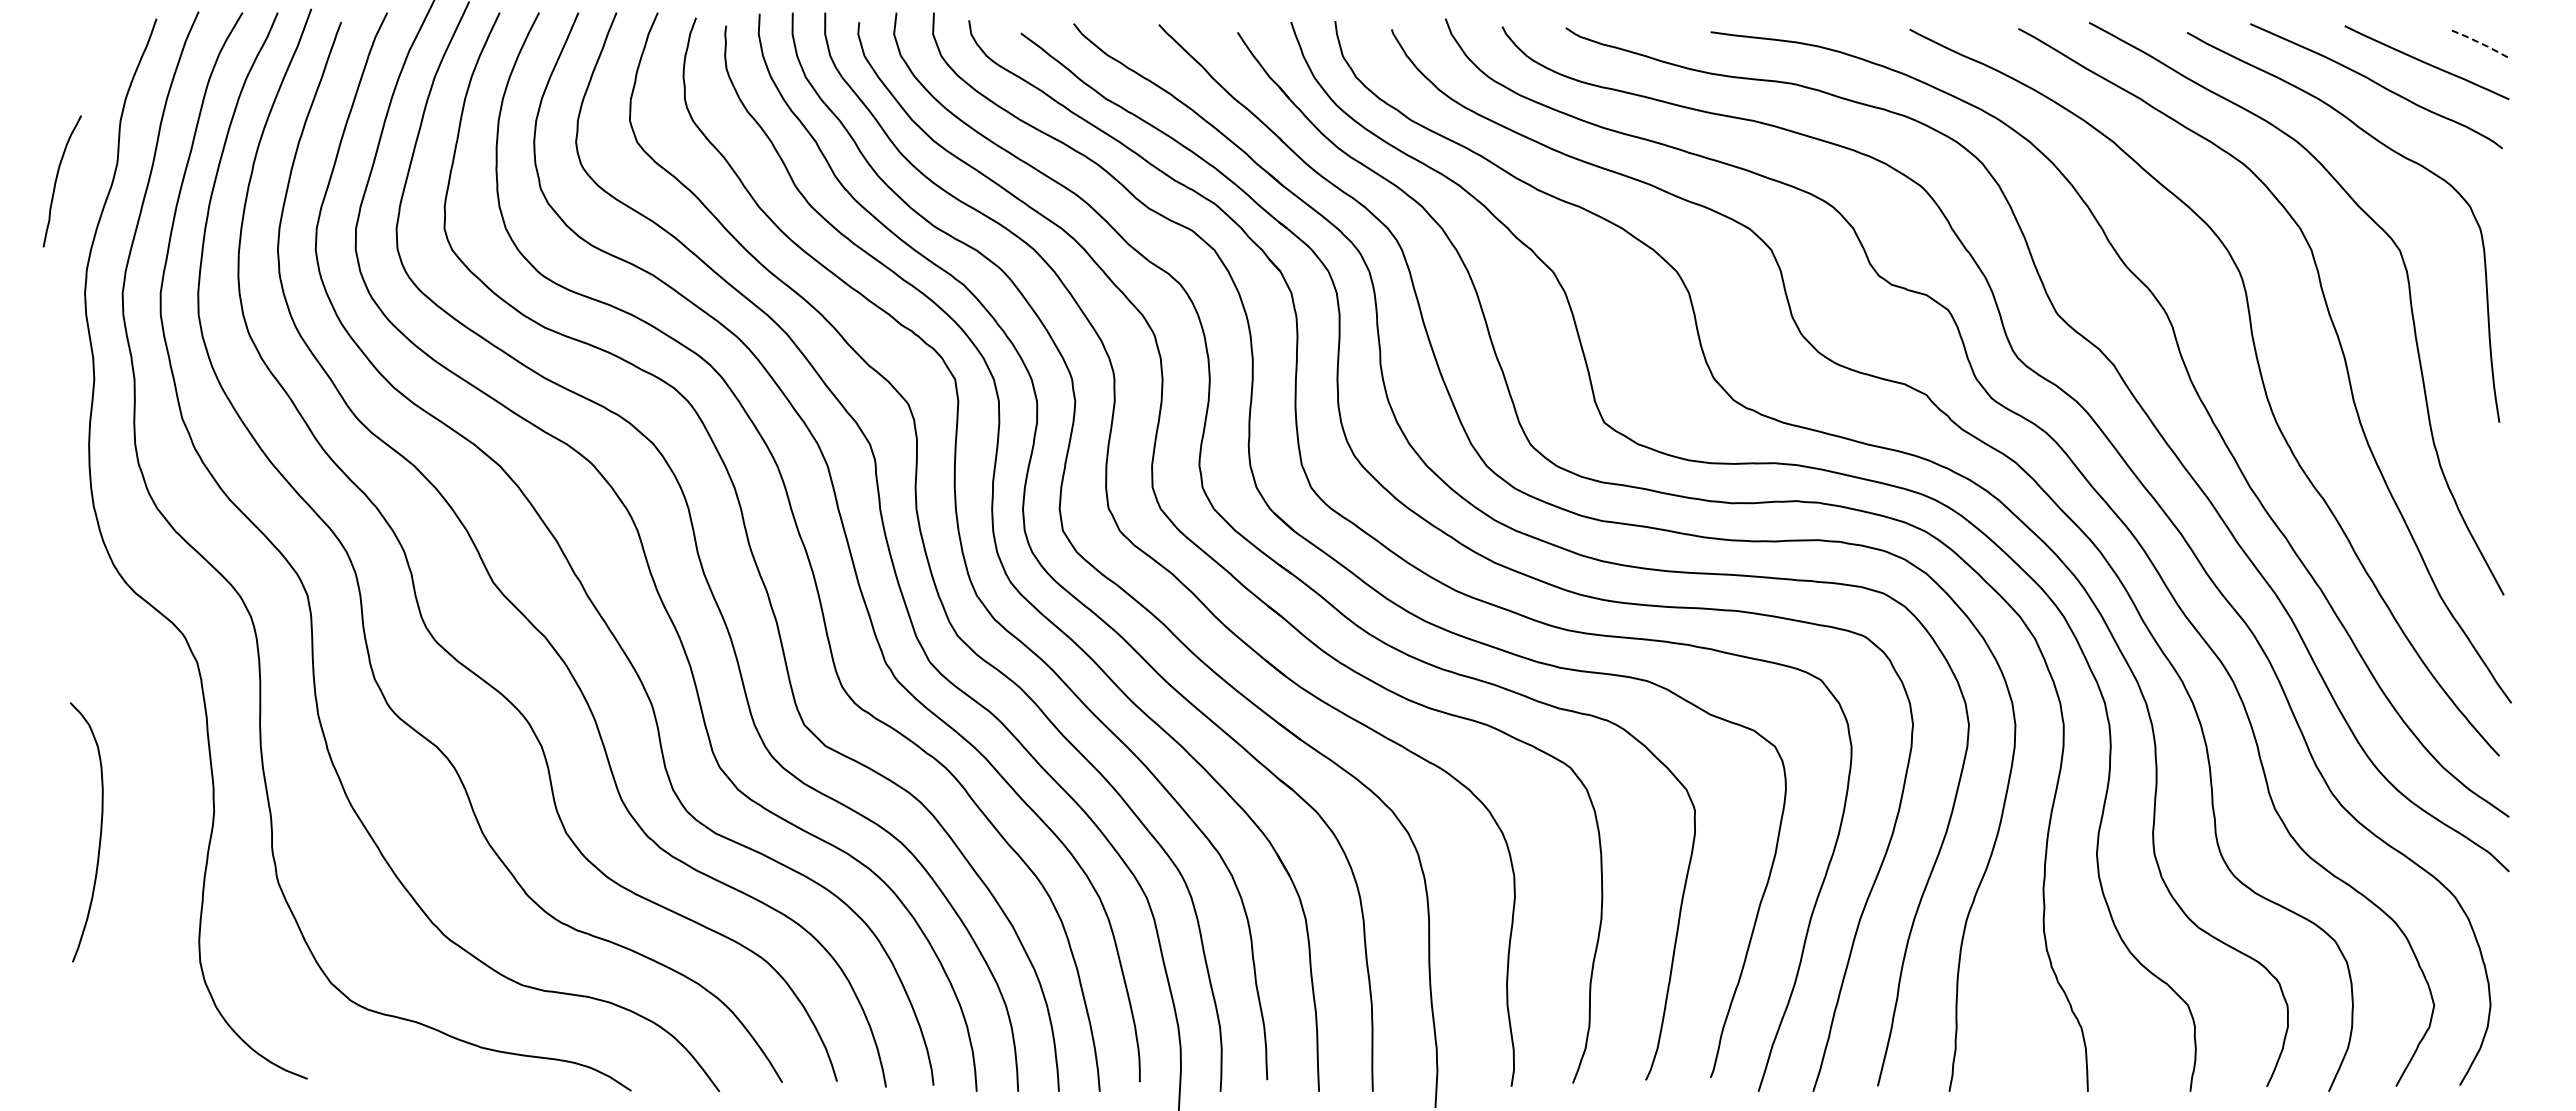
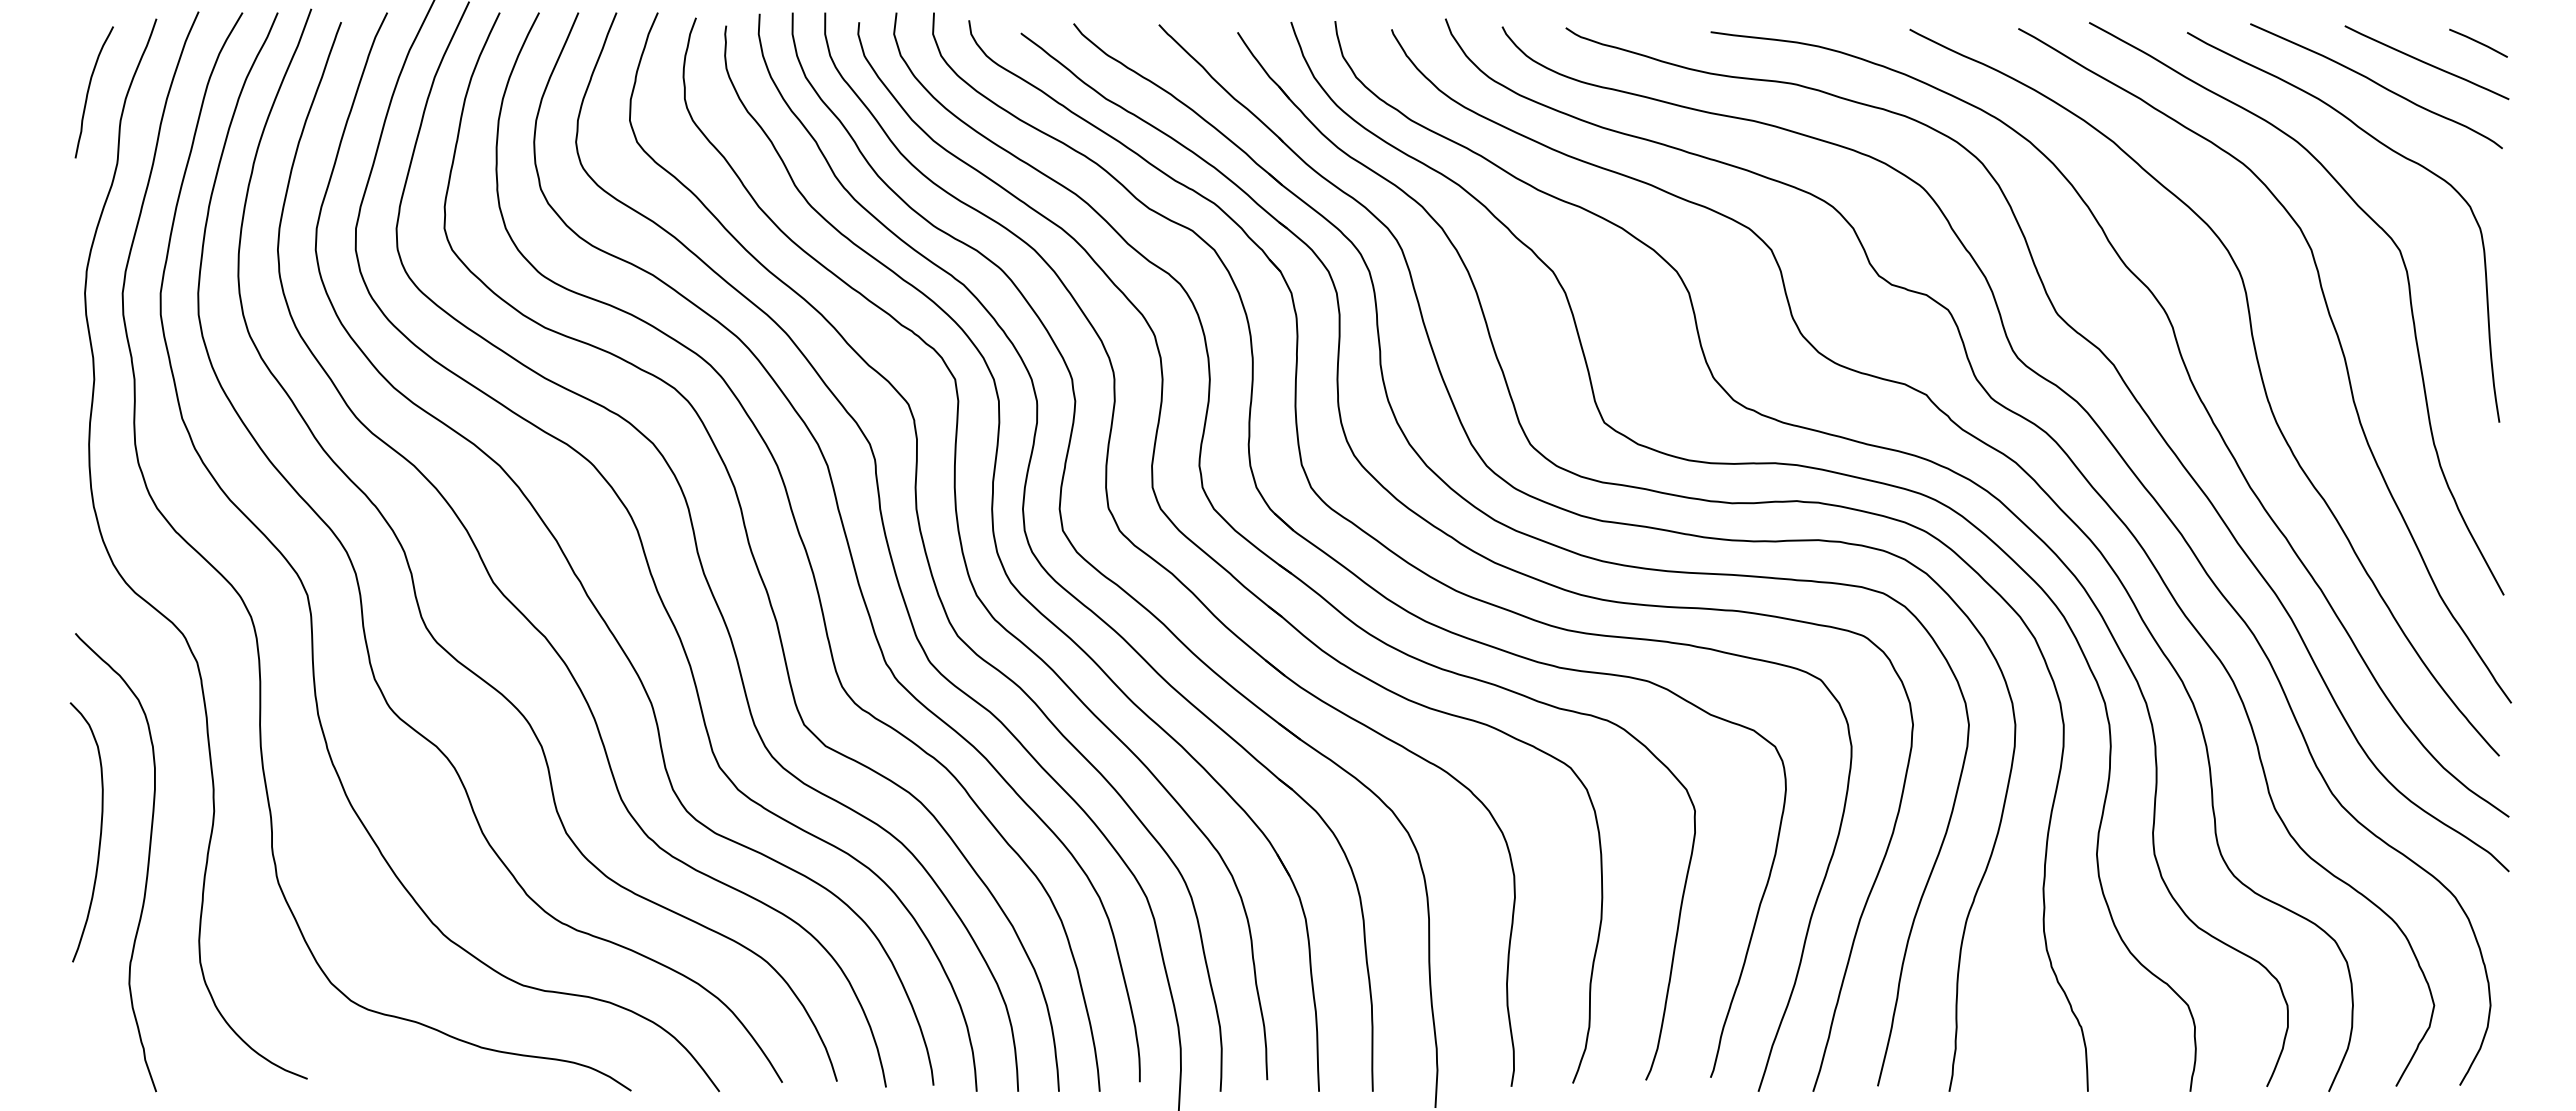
line at (2478, 42): dashed -> solid
curve at (57, 179) position: (57, 179) -> (89, 90)
curve at (147, 862): none -> present
